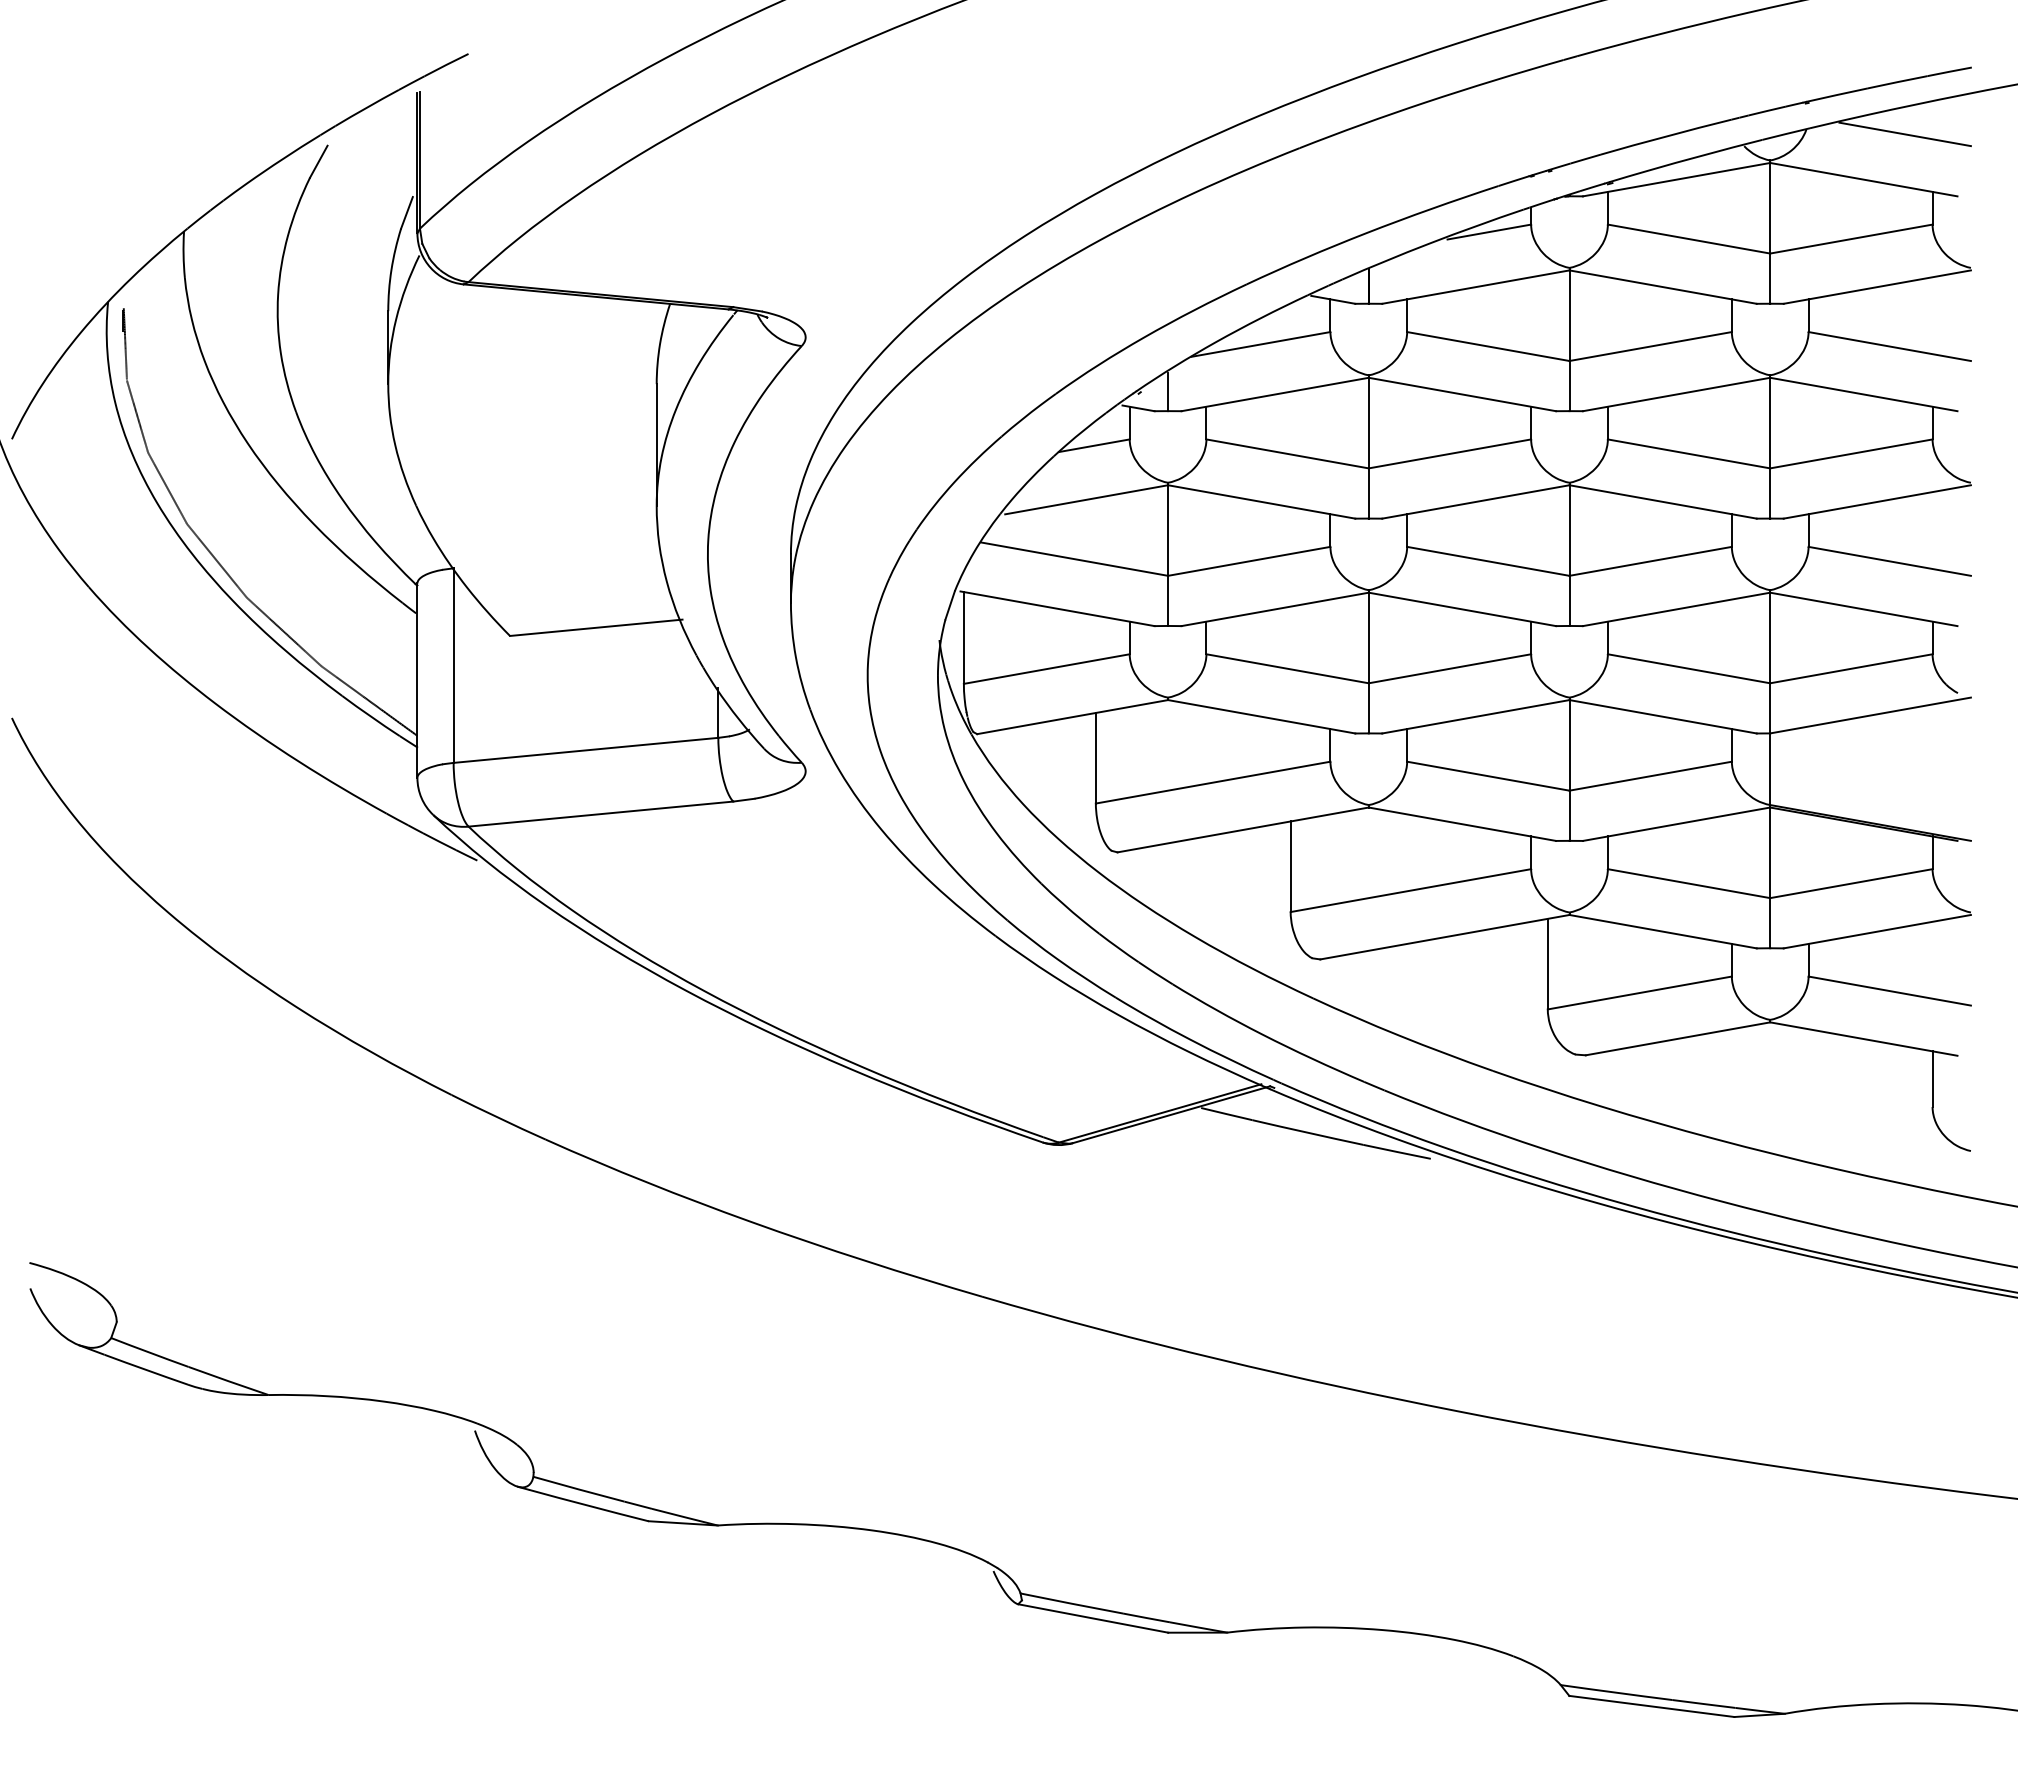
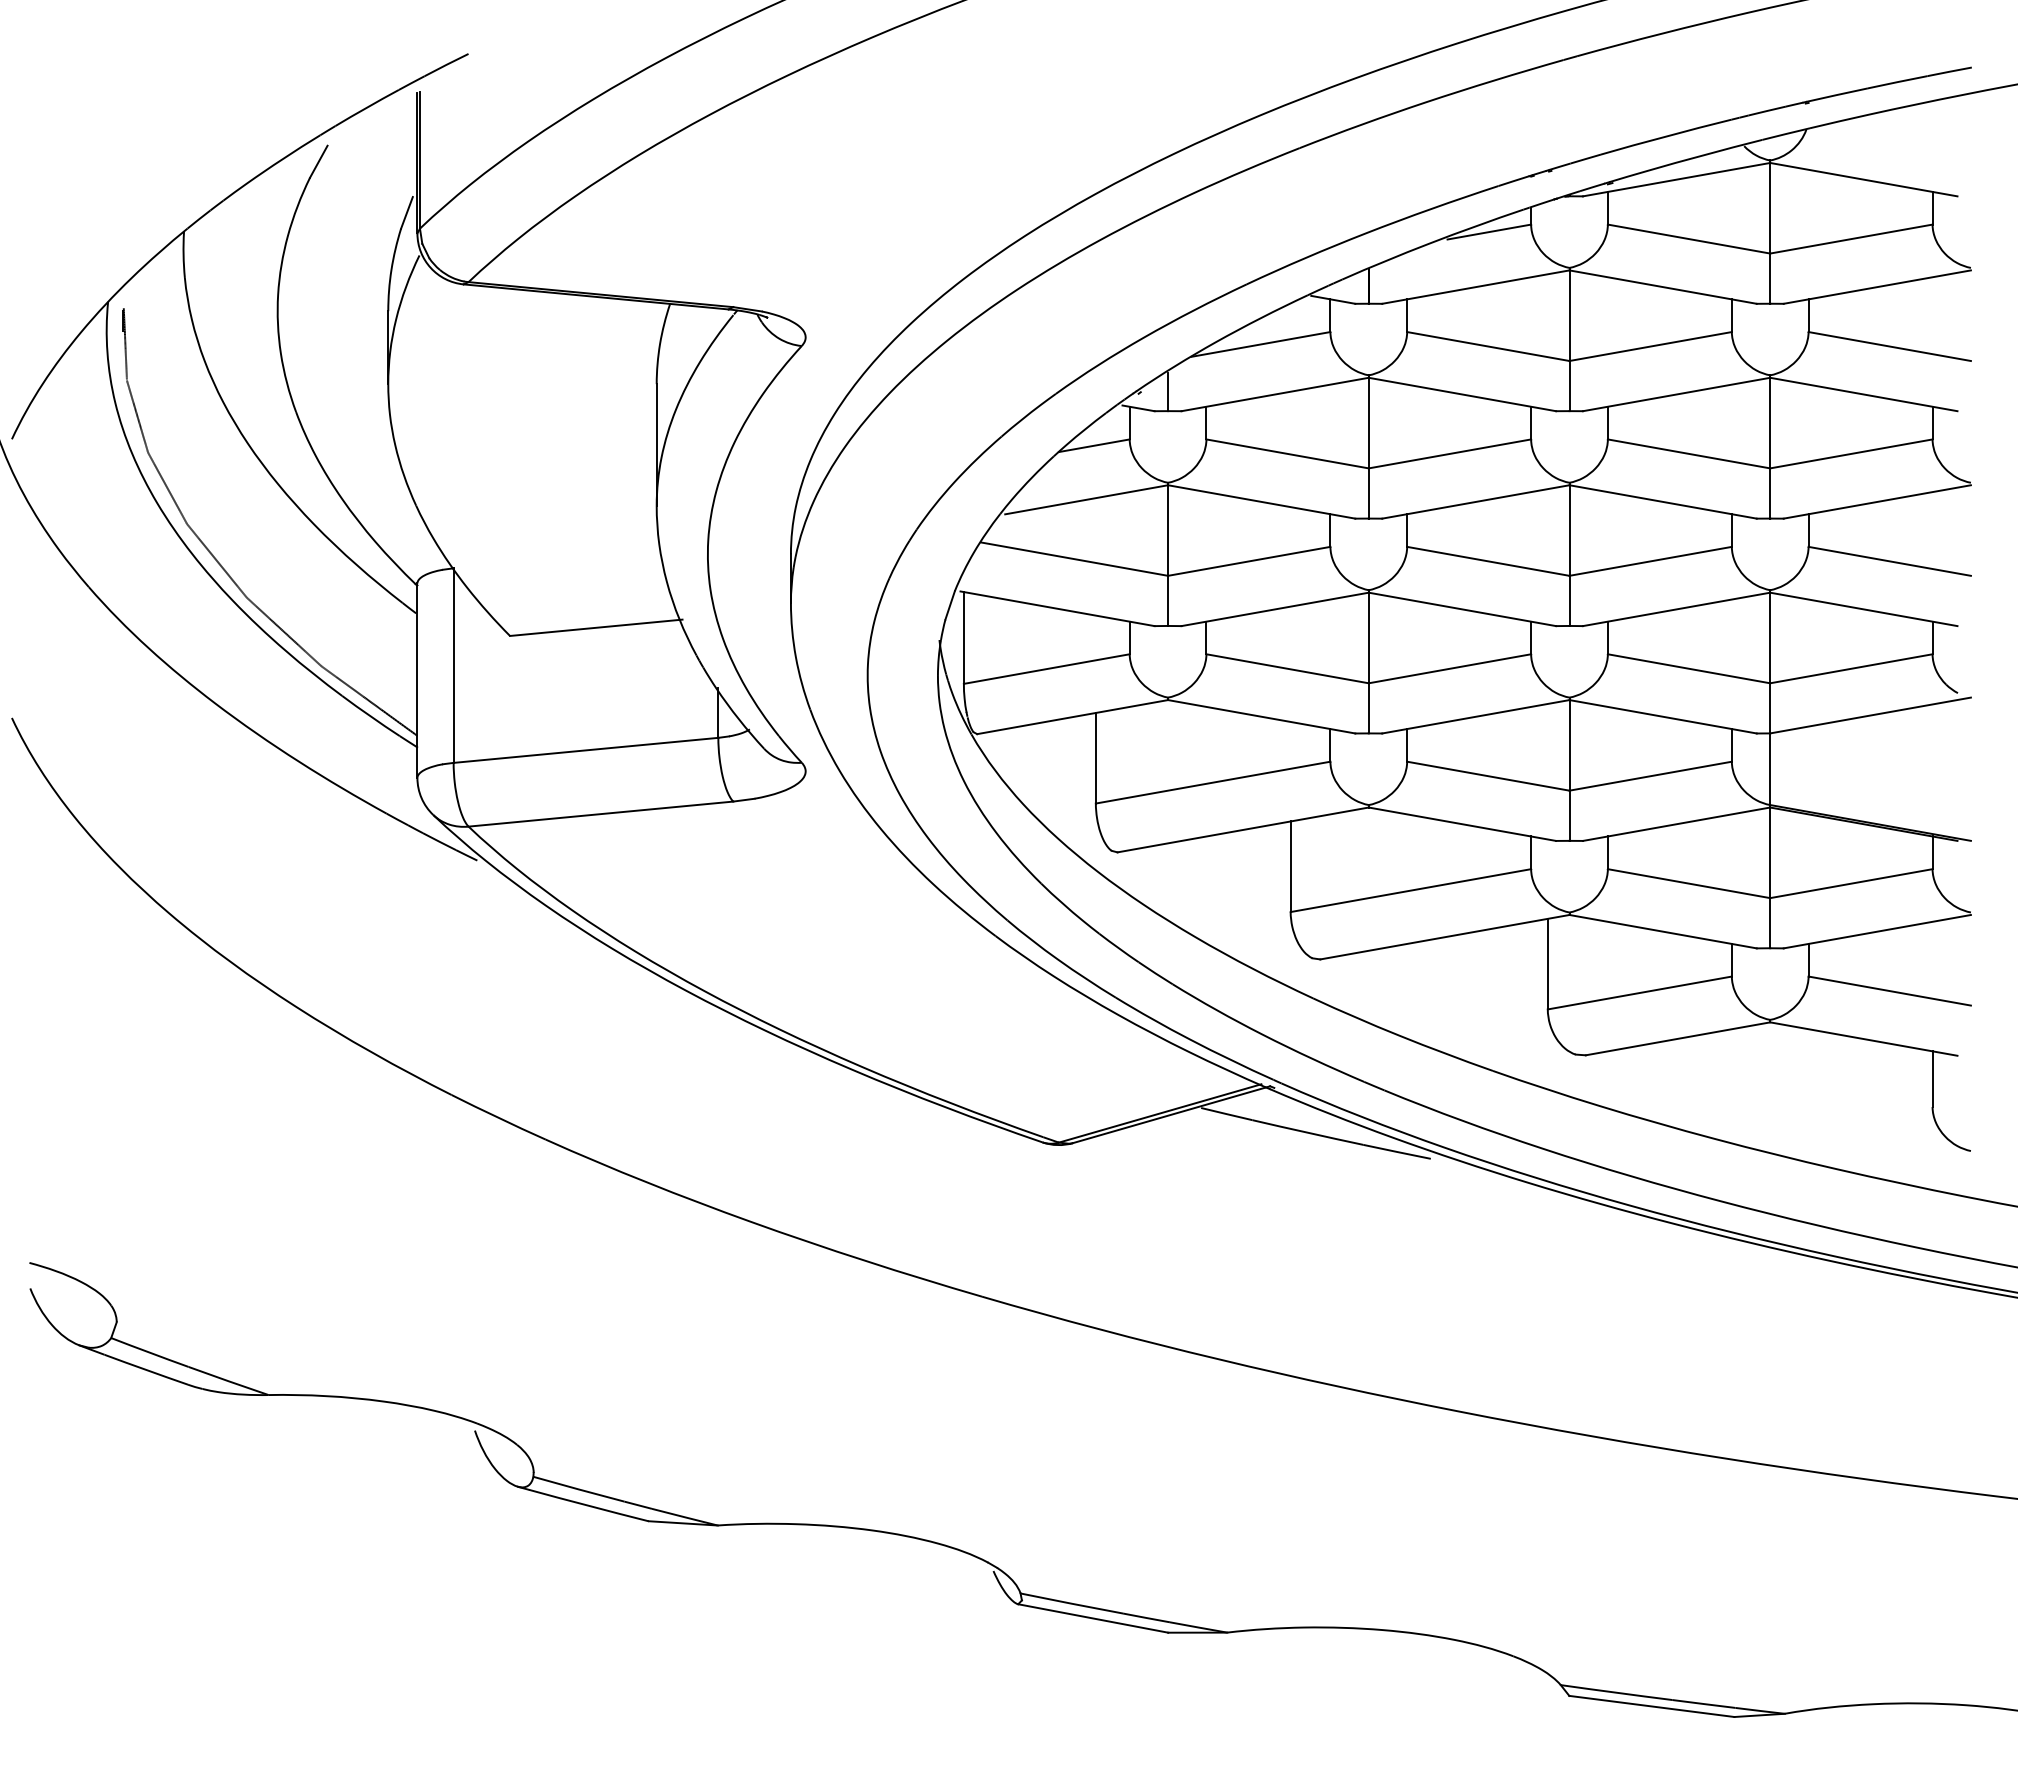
line at (1904, 134): present -> none
